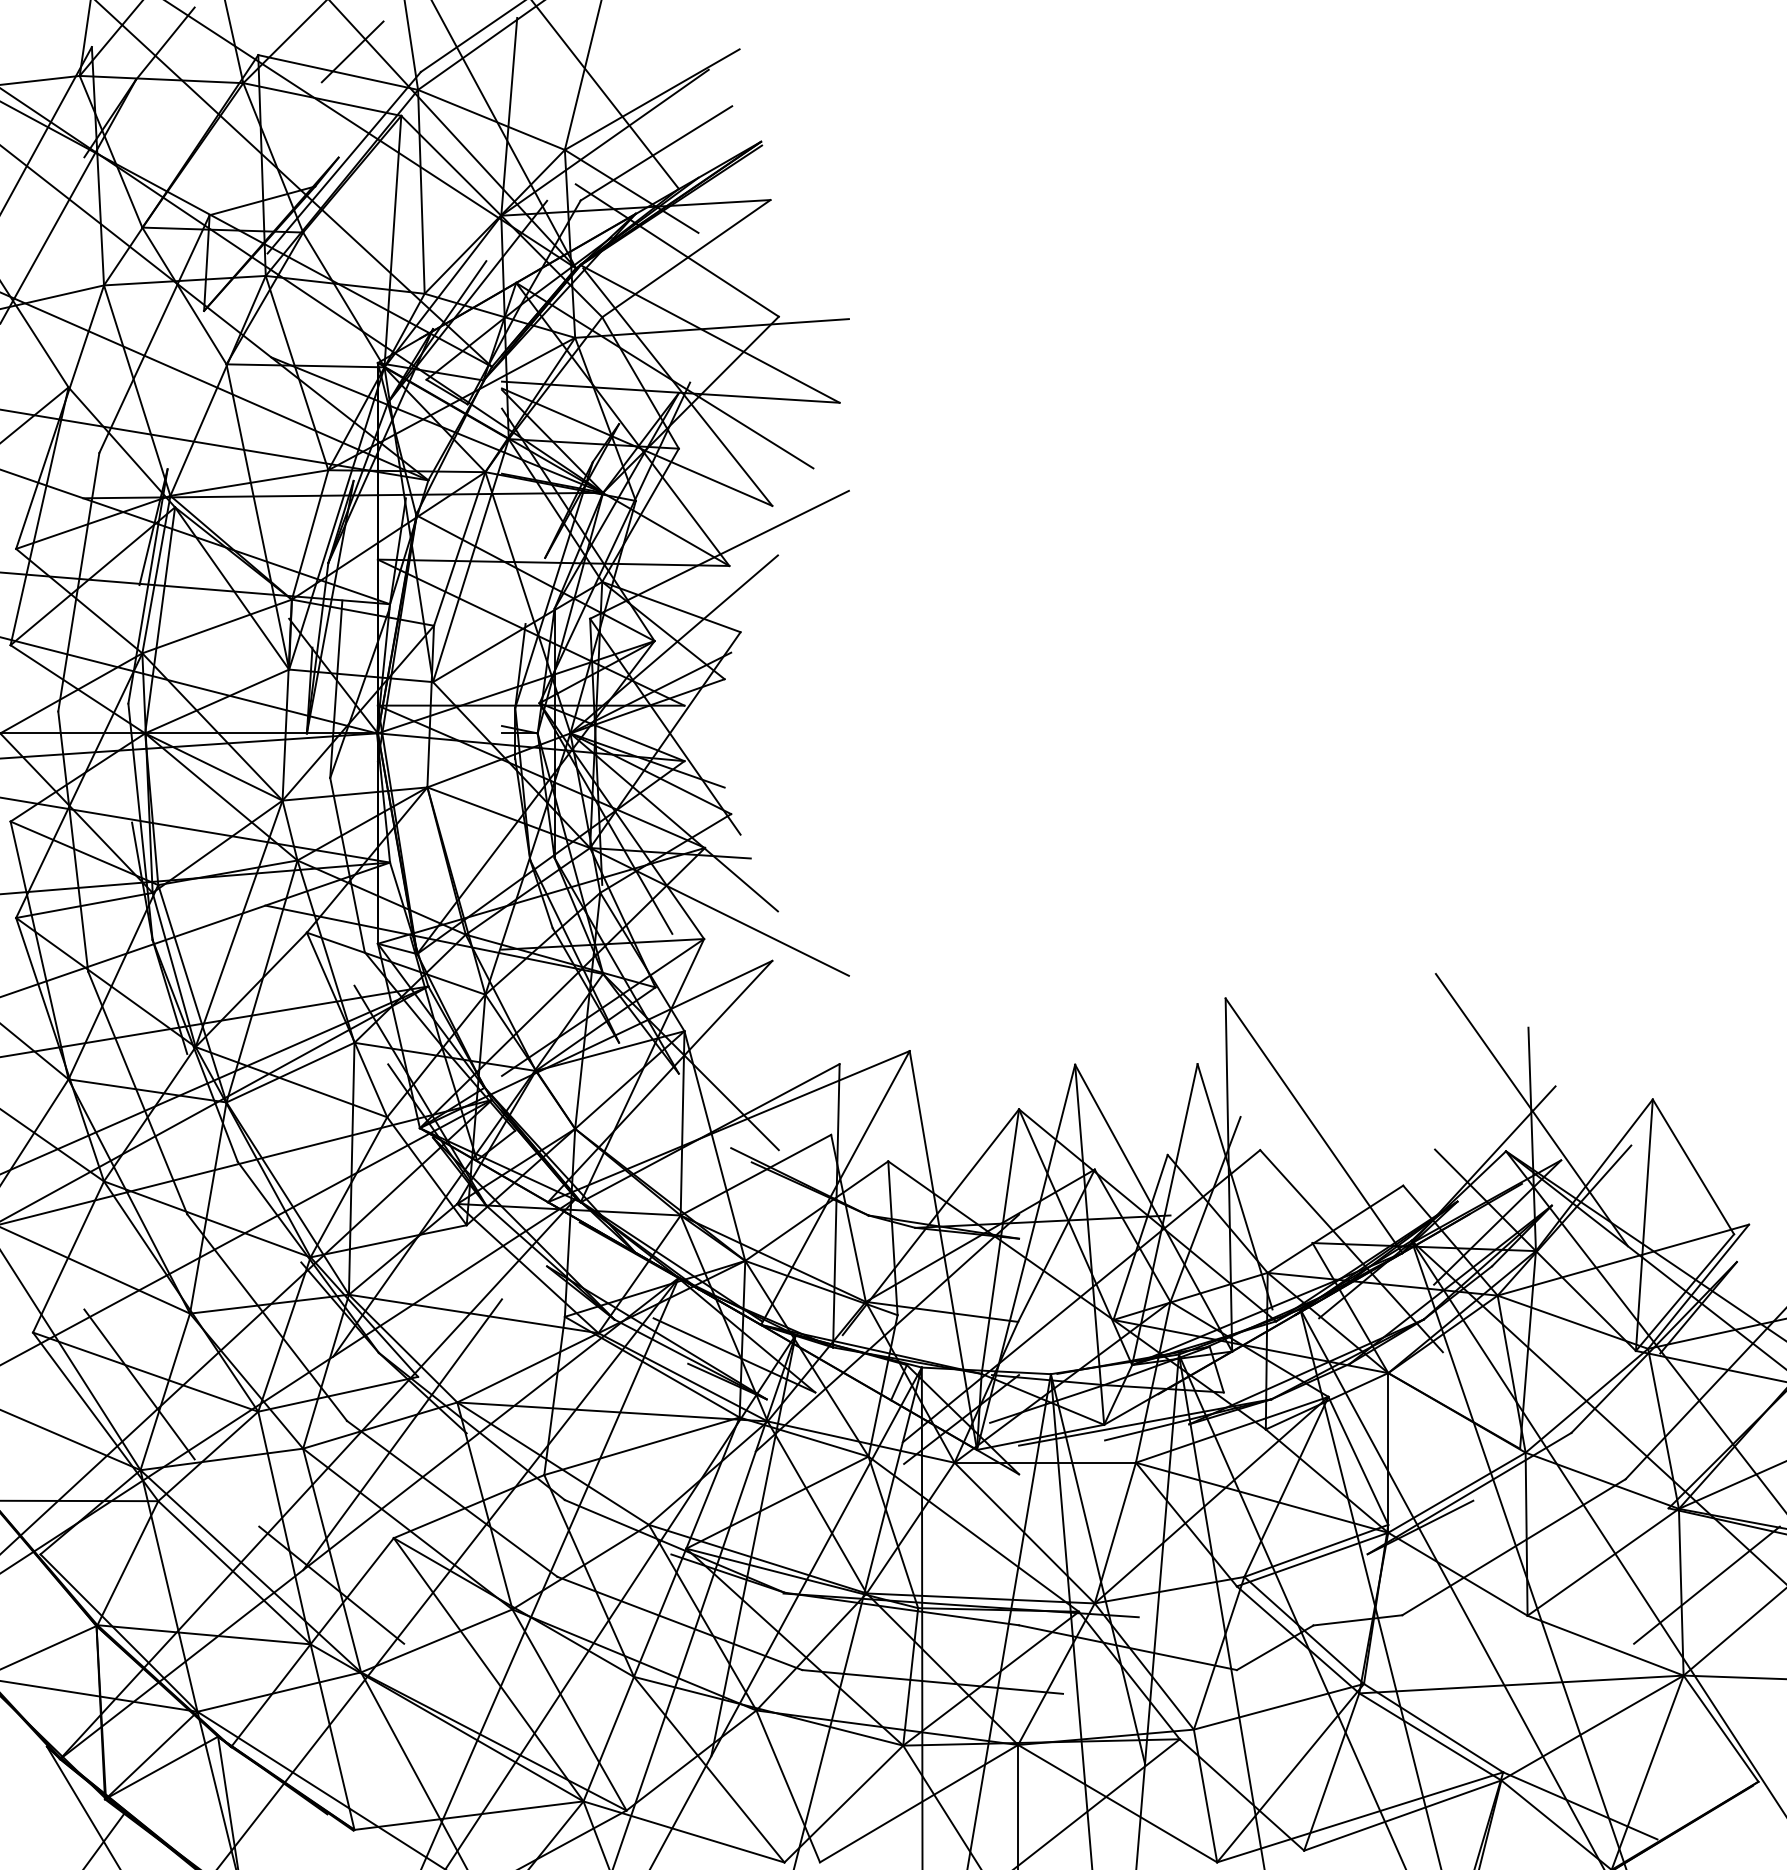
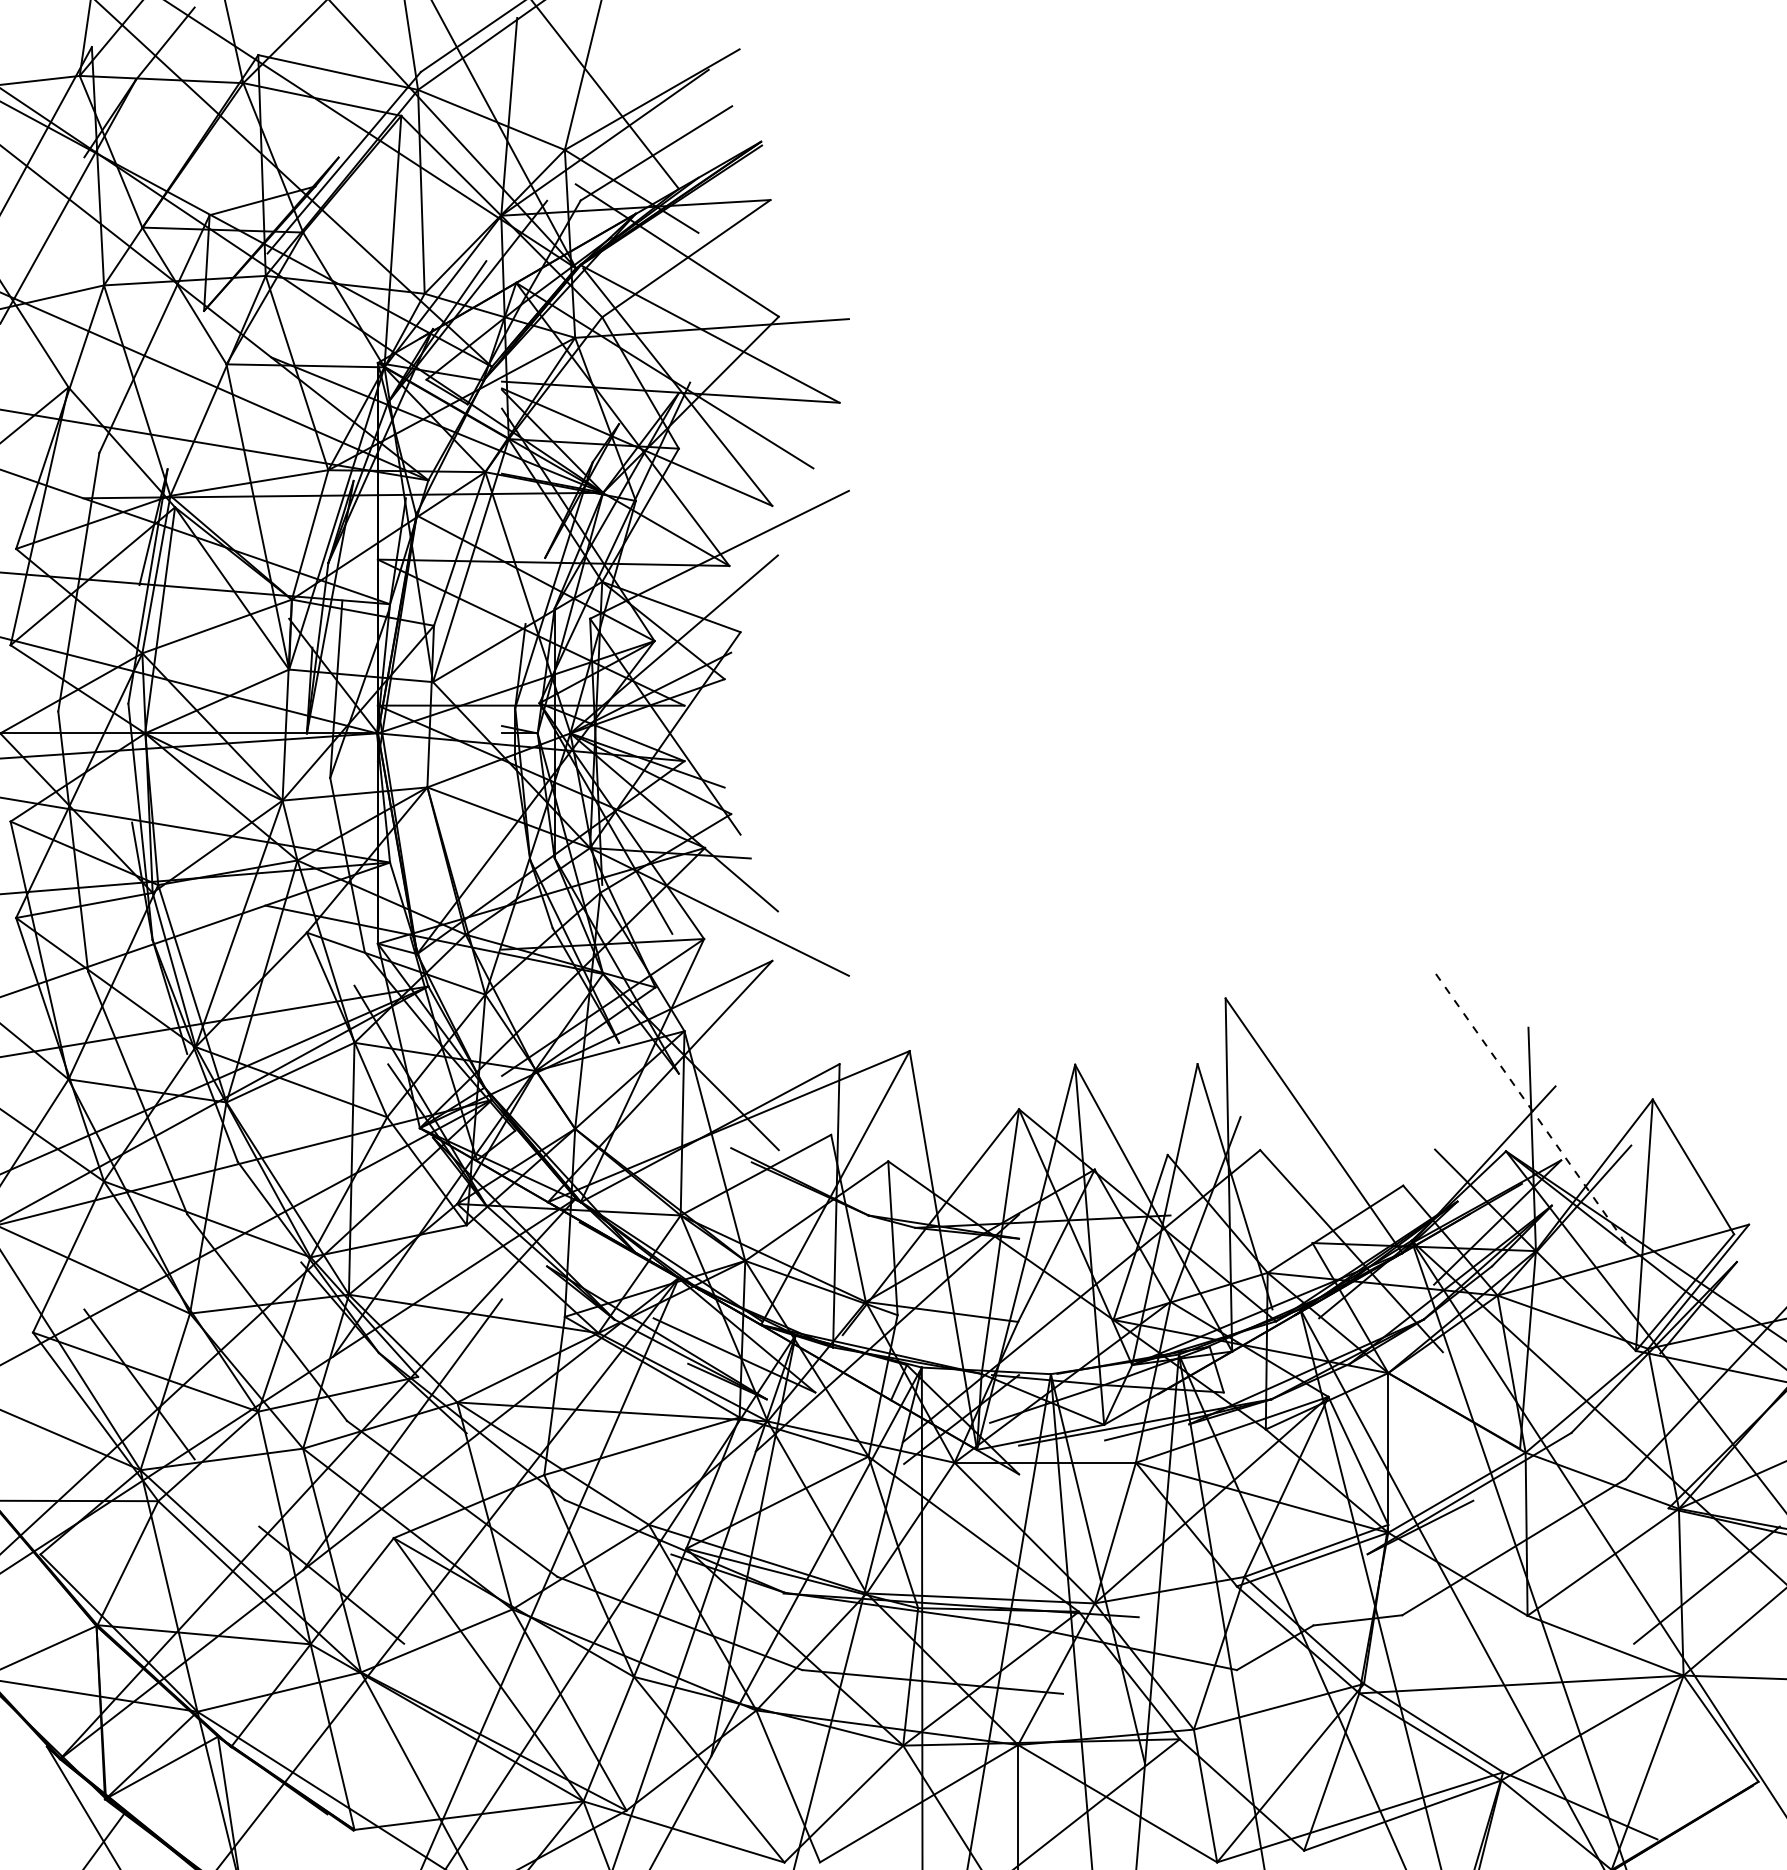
line at (352, 51): present -> none
line at (1531, 1110): solid -> dashed
